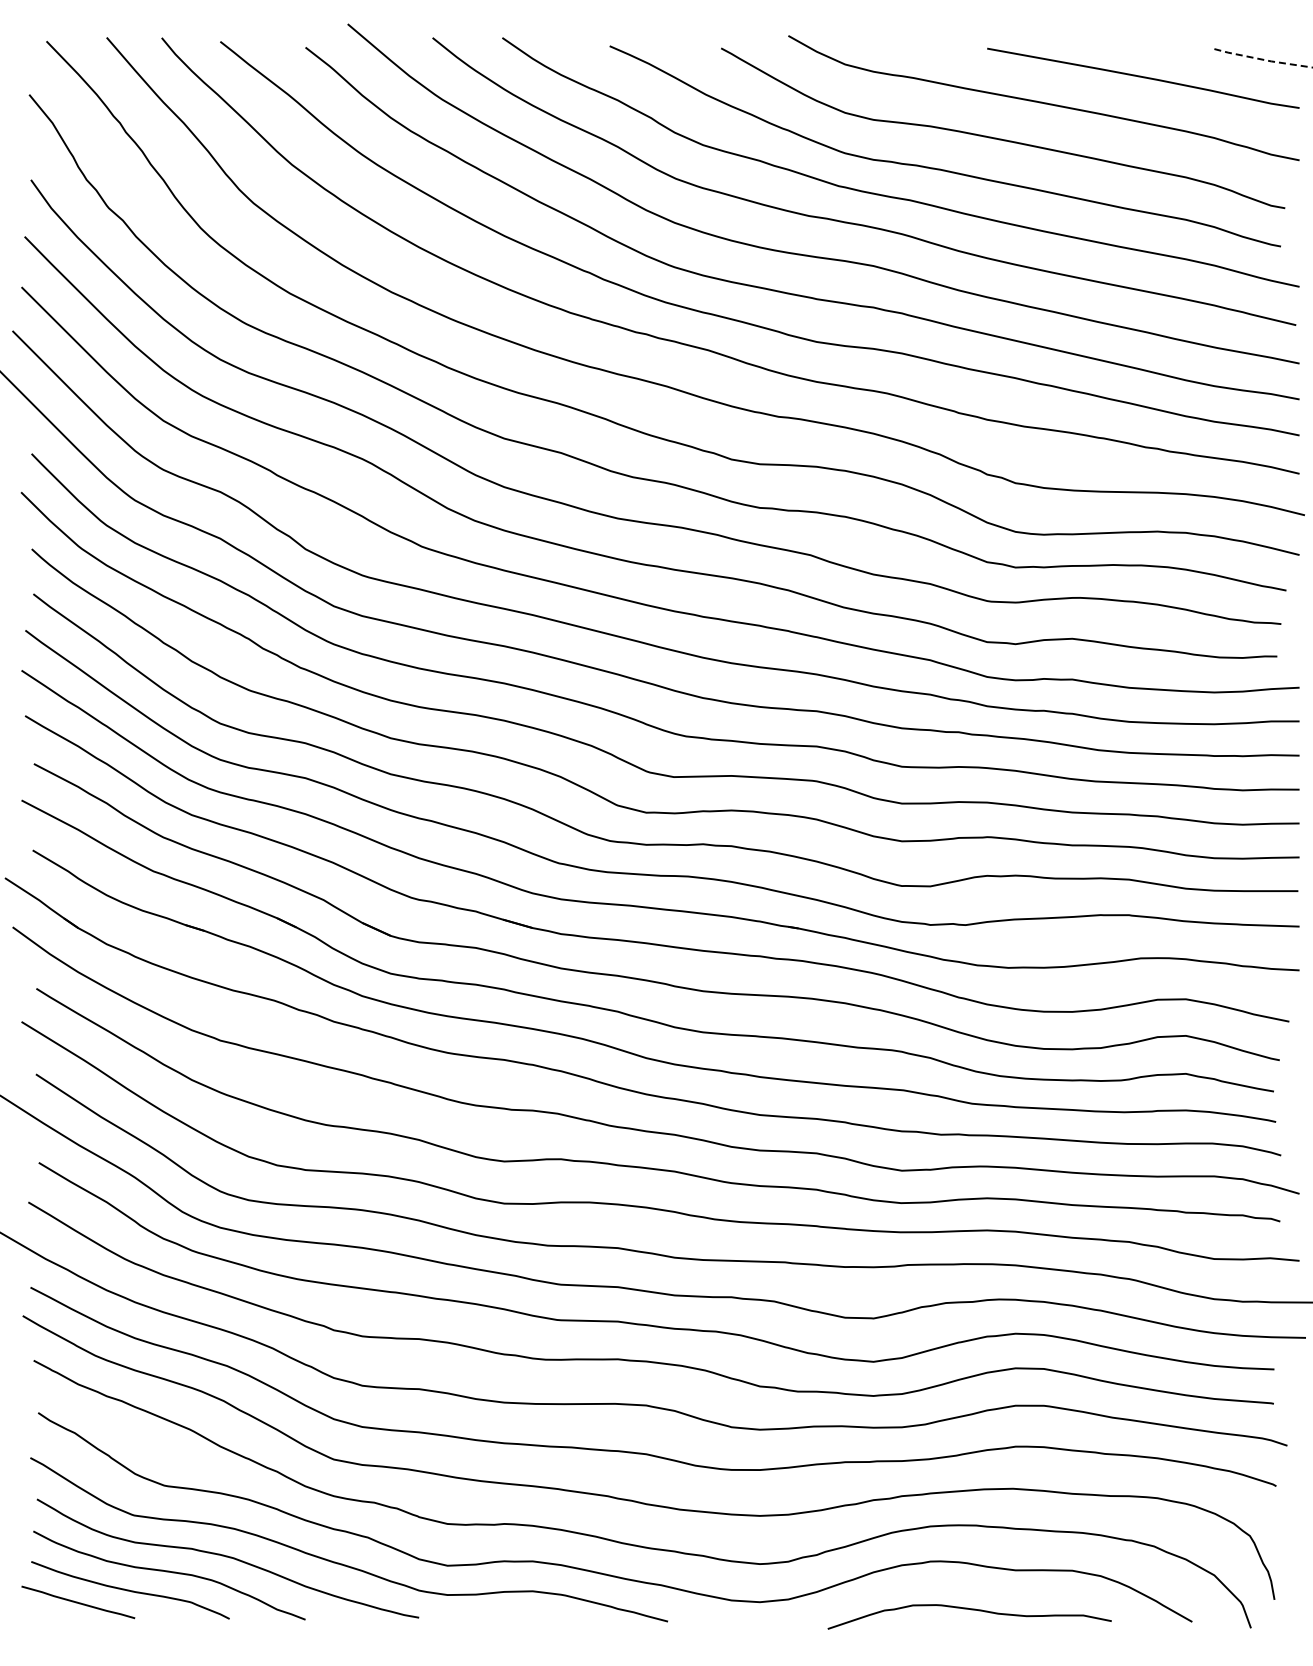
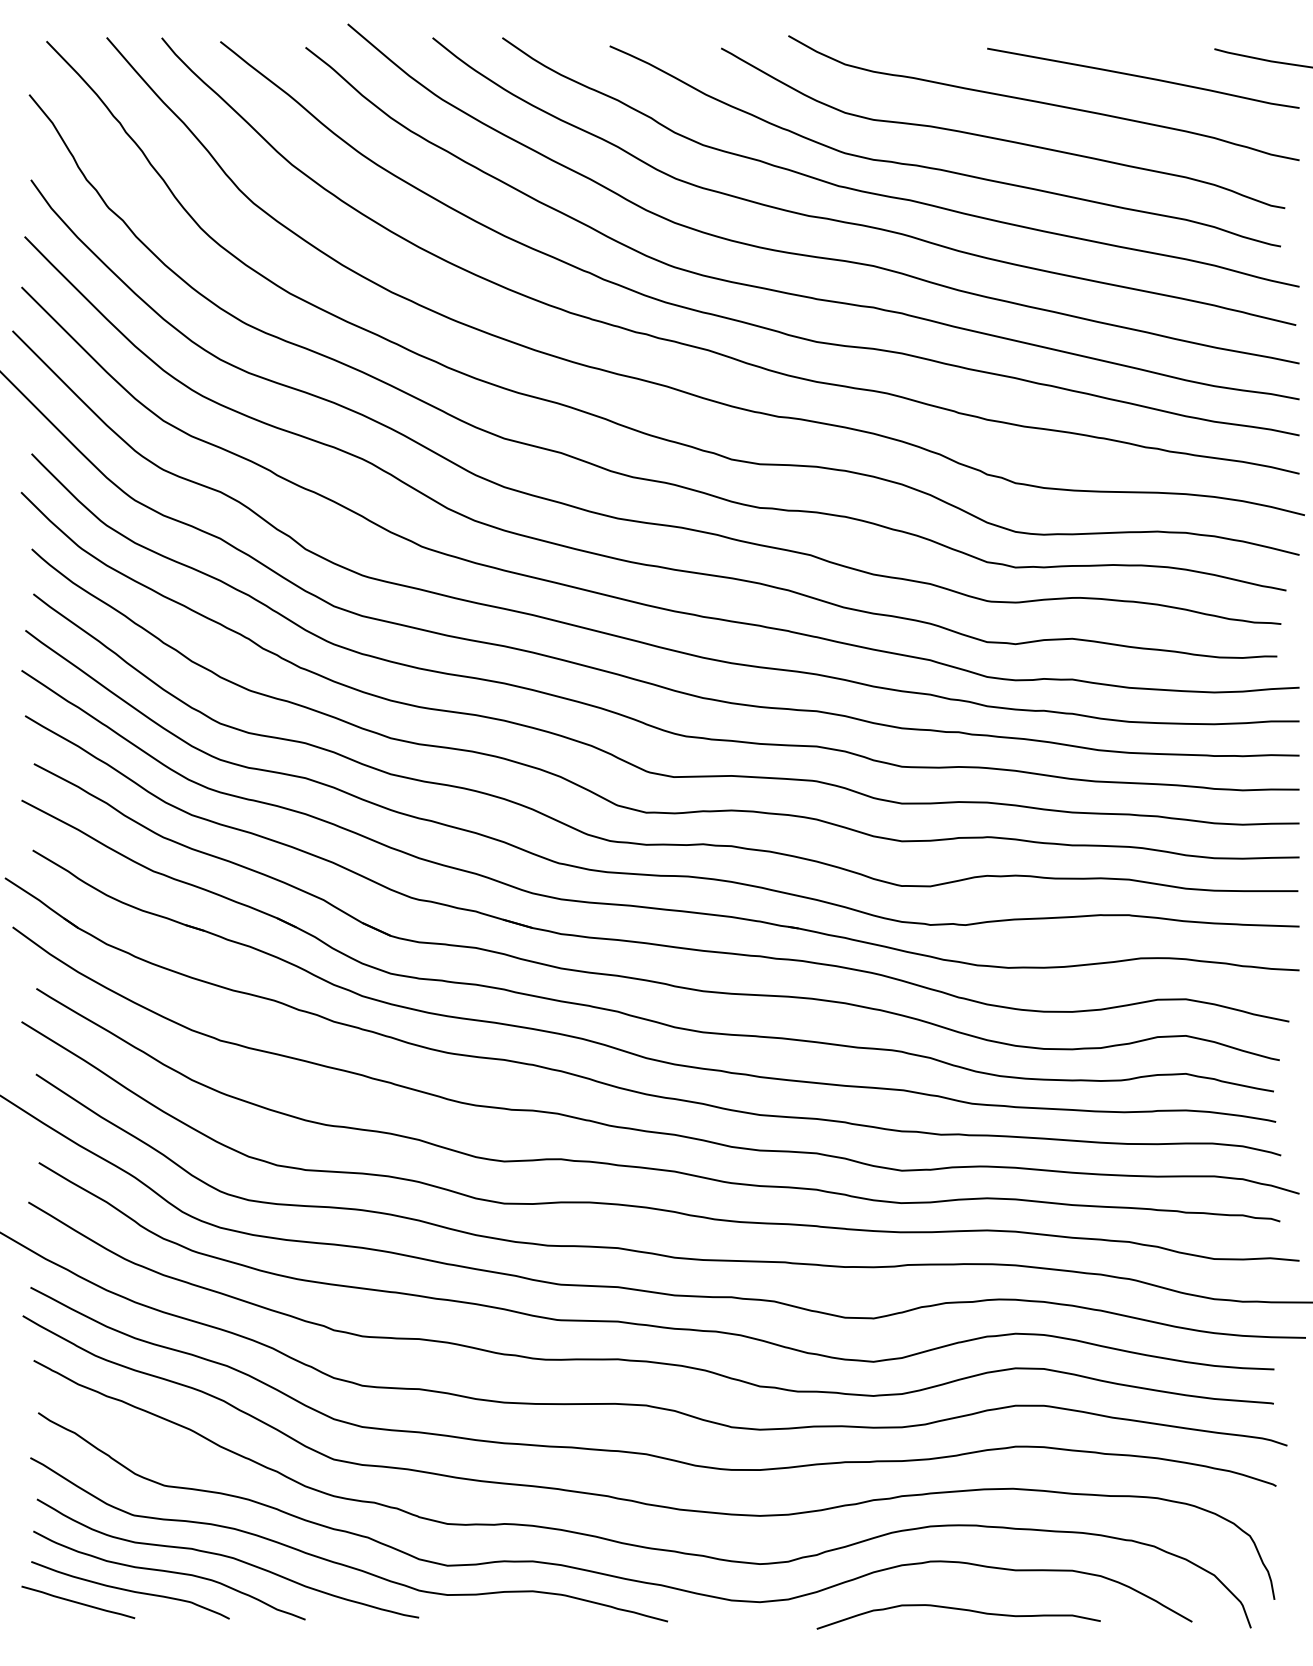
line at (1262, 59): dashed -> solid
curve at (971, 1610) position: (971, 1610) -> (960, 1610)
